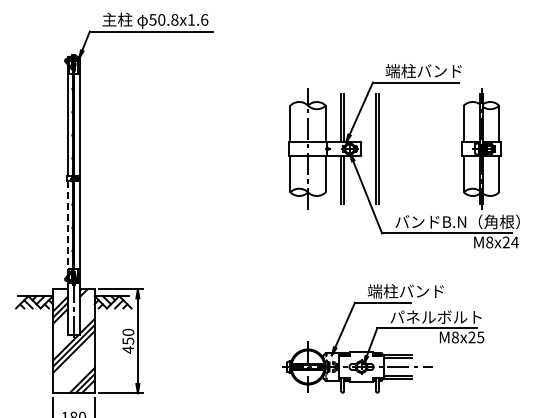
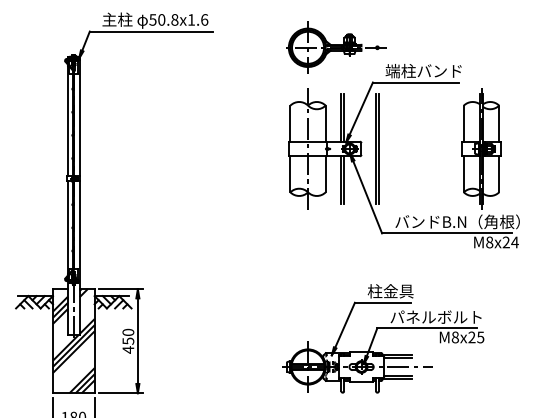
part at (336, 47): none -> present
line at (67, 228): dashed -> solid
text at (405, 291): 端柱バンド -> 柱金具
